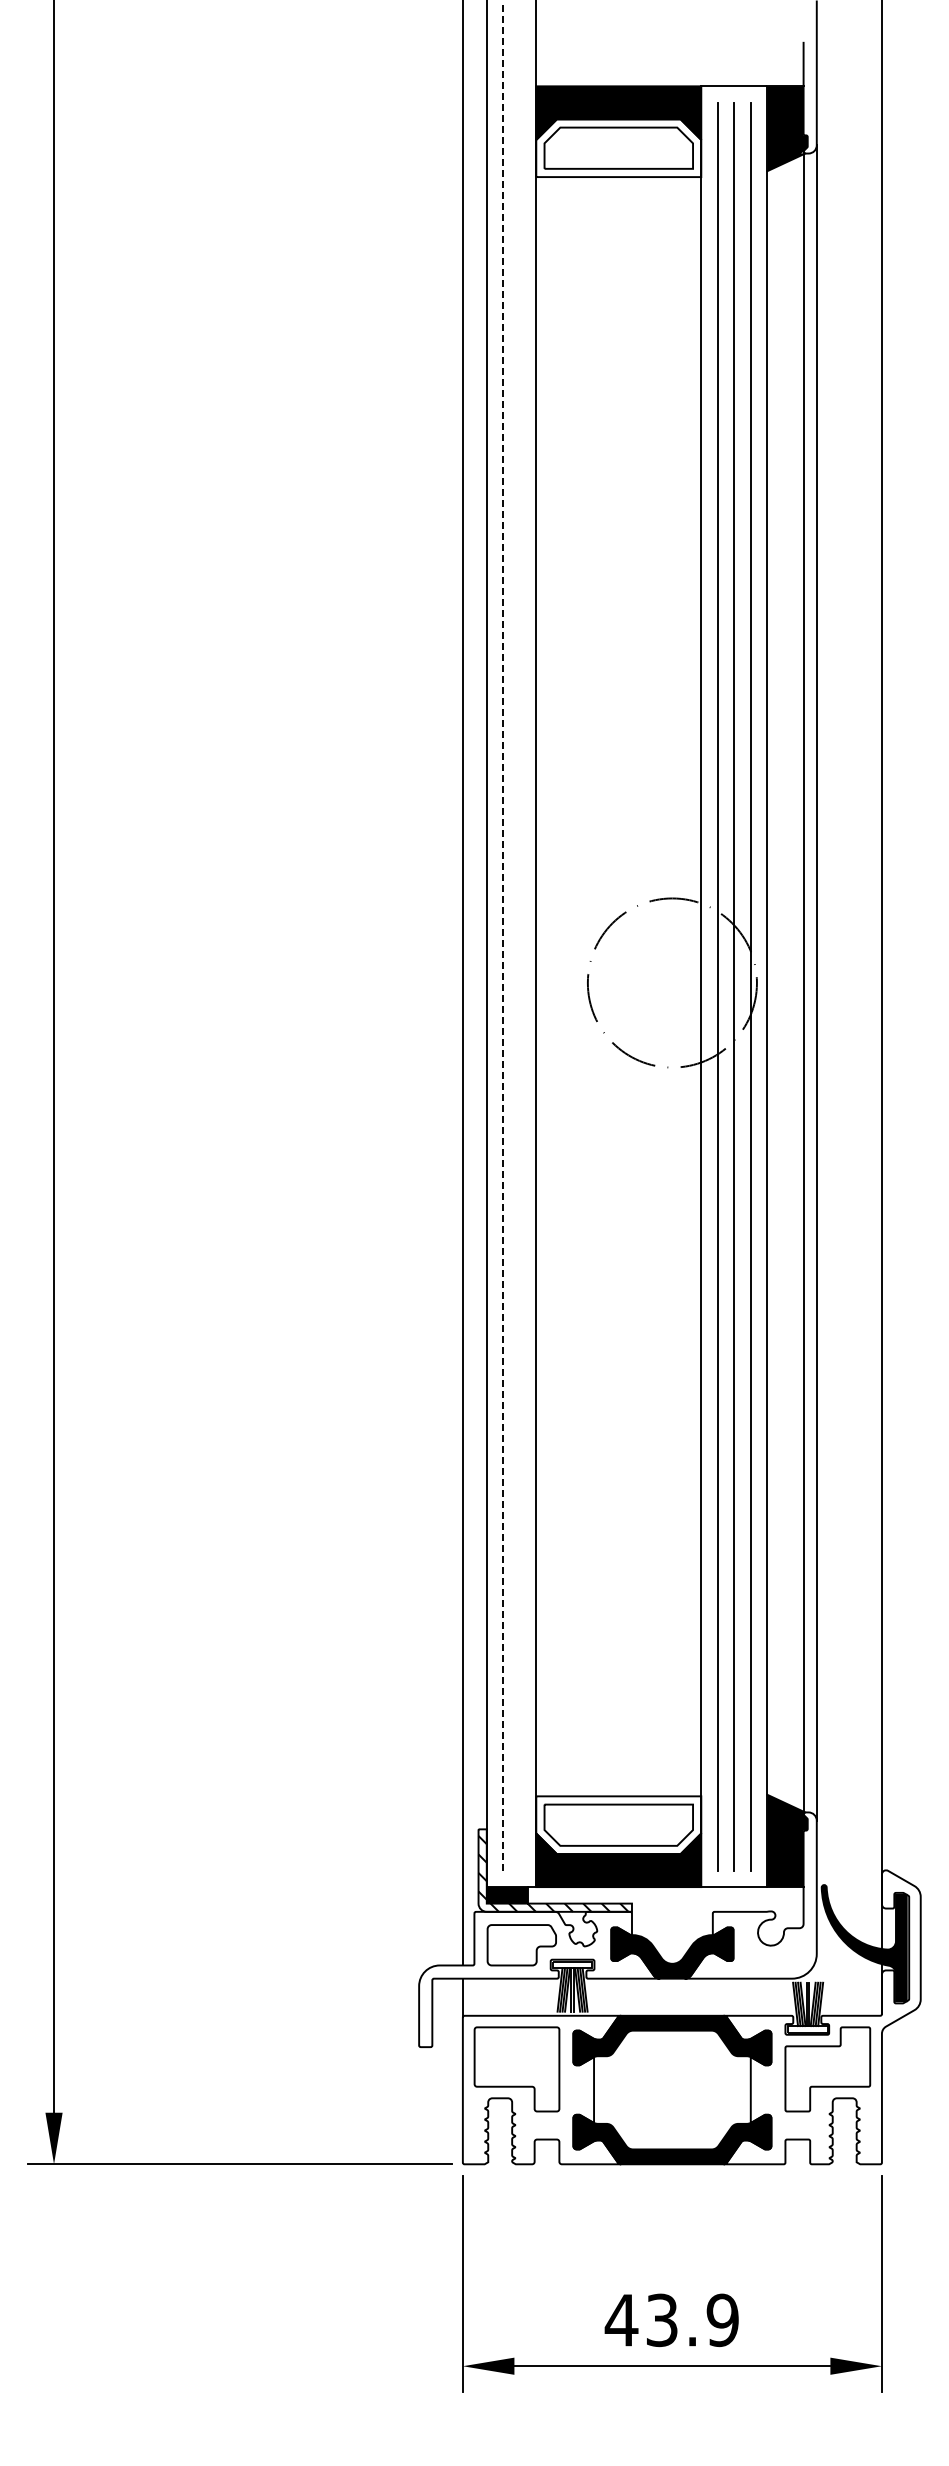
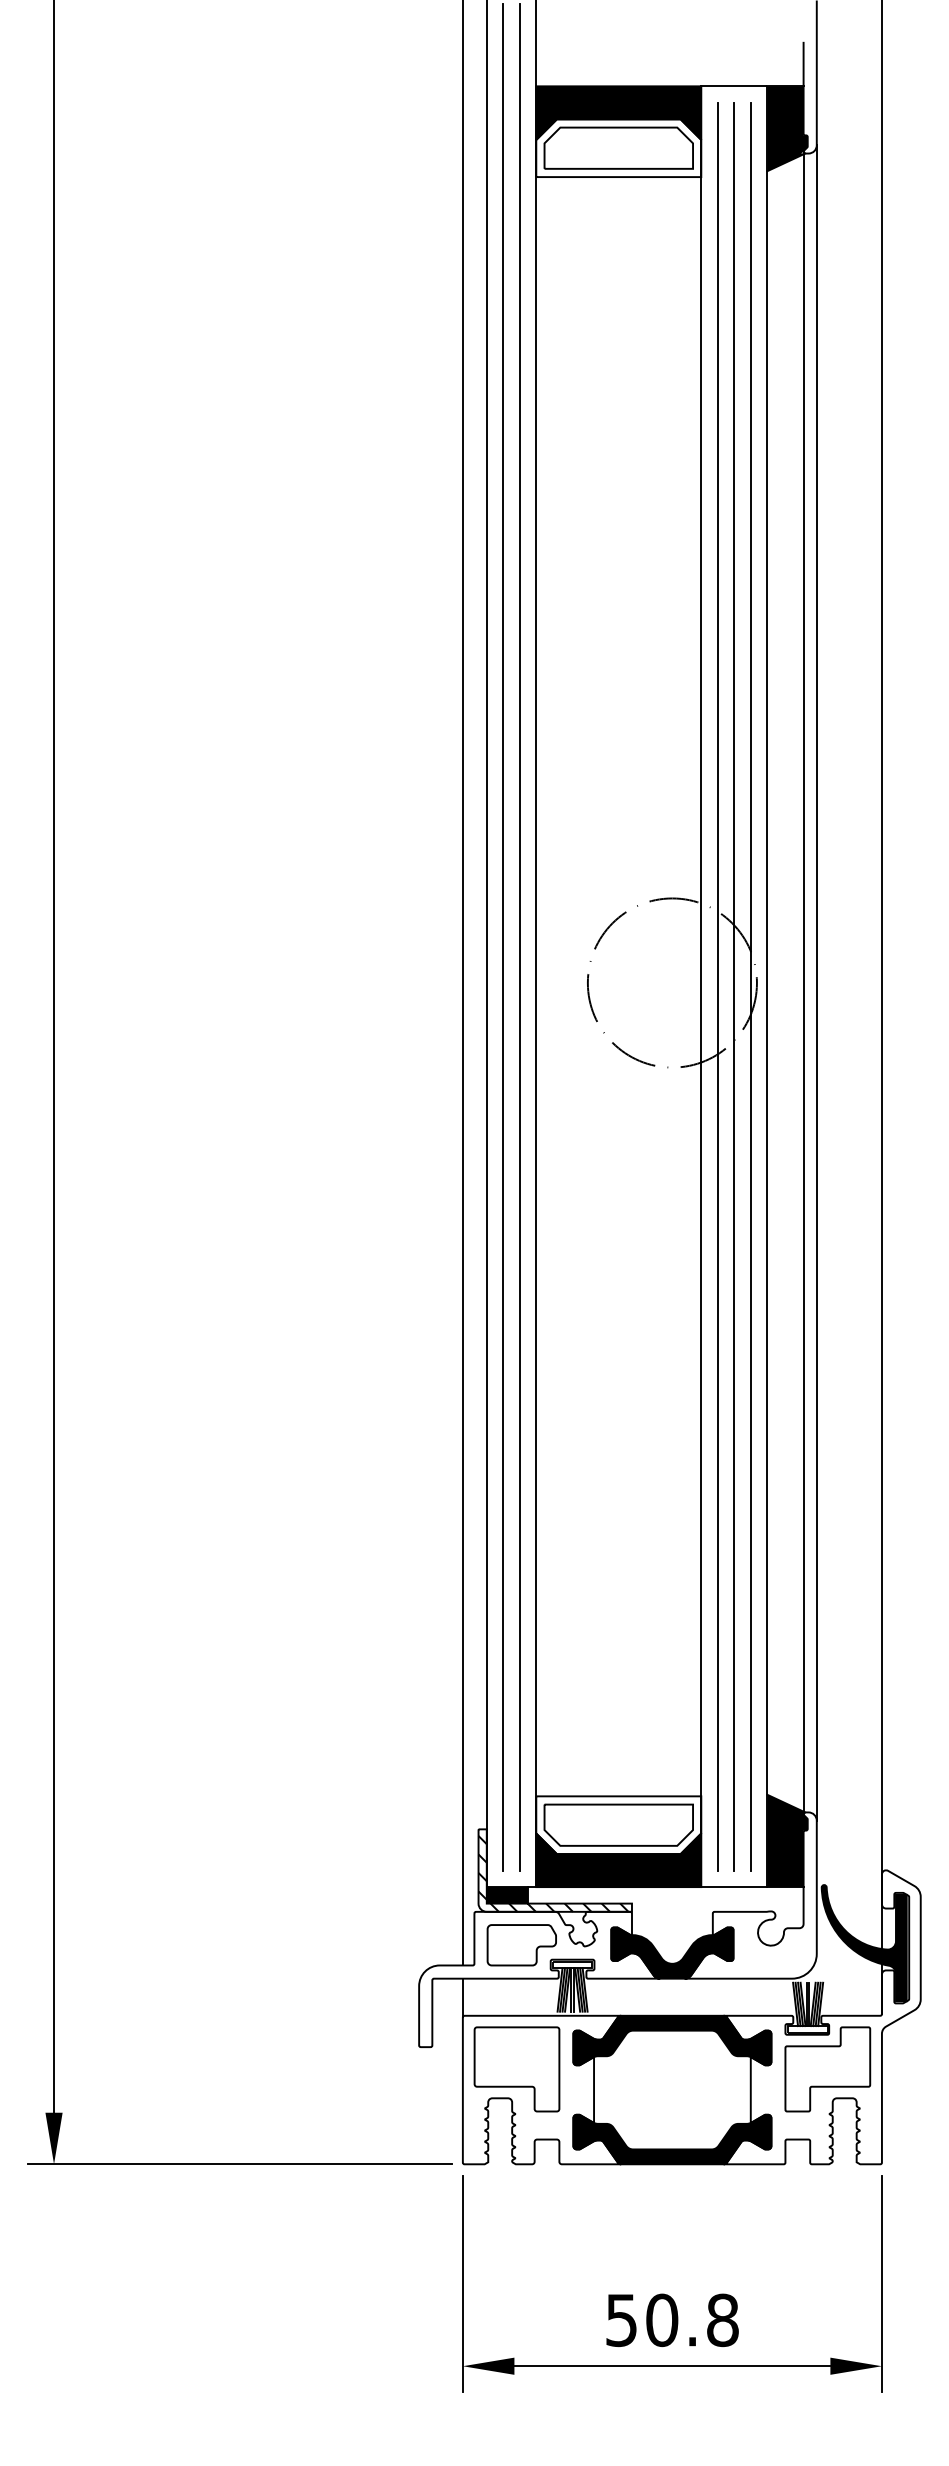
line at (503, 936): dashed -> solid
line at (519, 936): none -> present
text at (671, 2320): 43.9 -> 50.8
